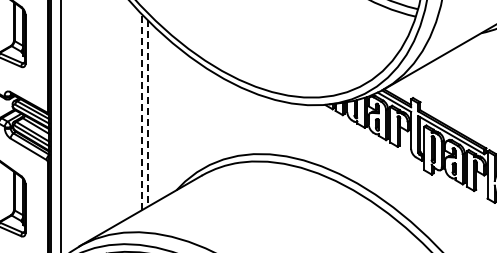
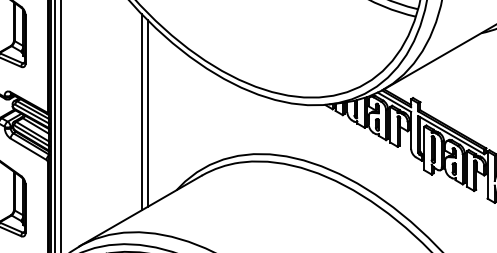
line at (141, 111): dashed -> solid
line at (147, 114): dashed -> solid
line at (54, 125): none -> present
